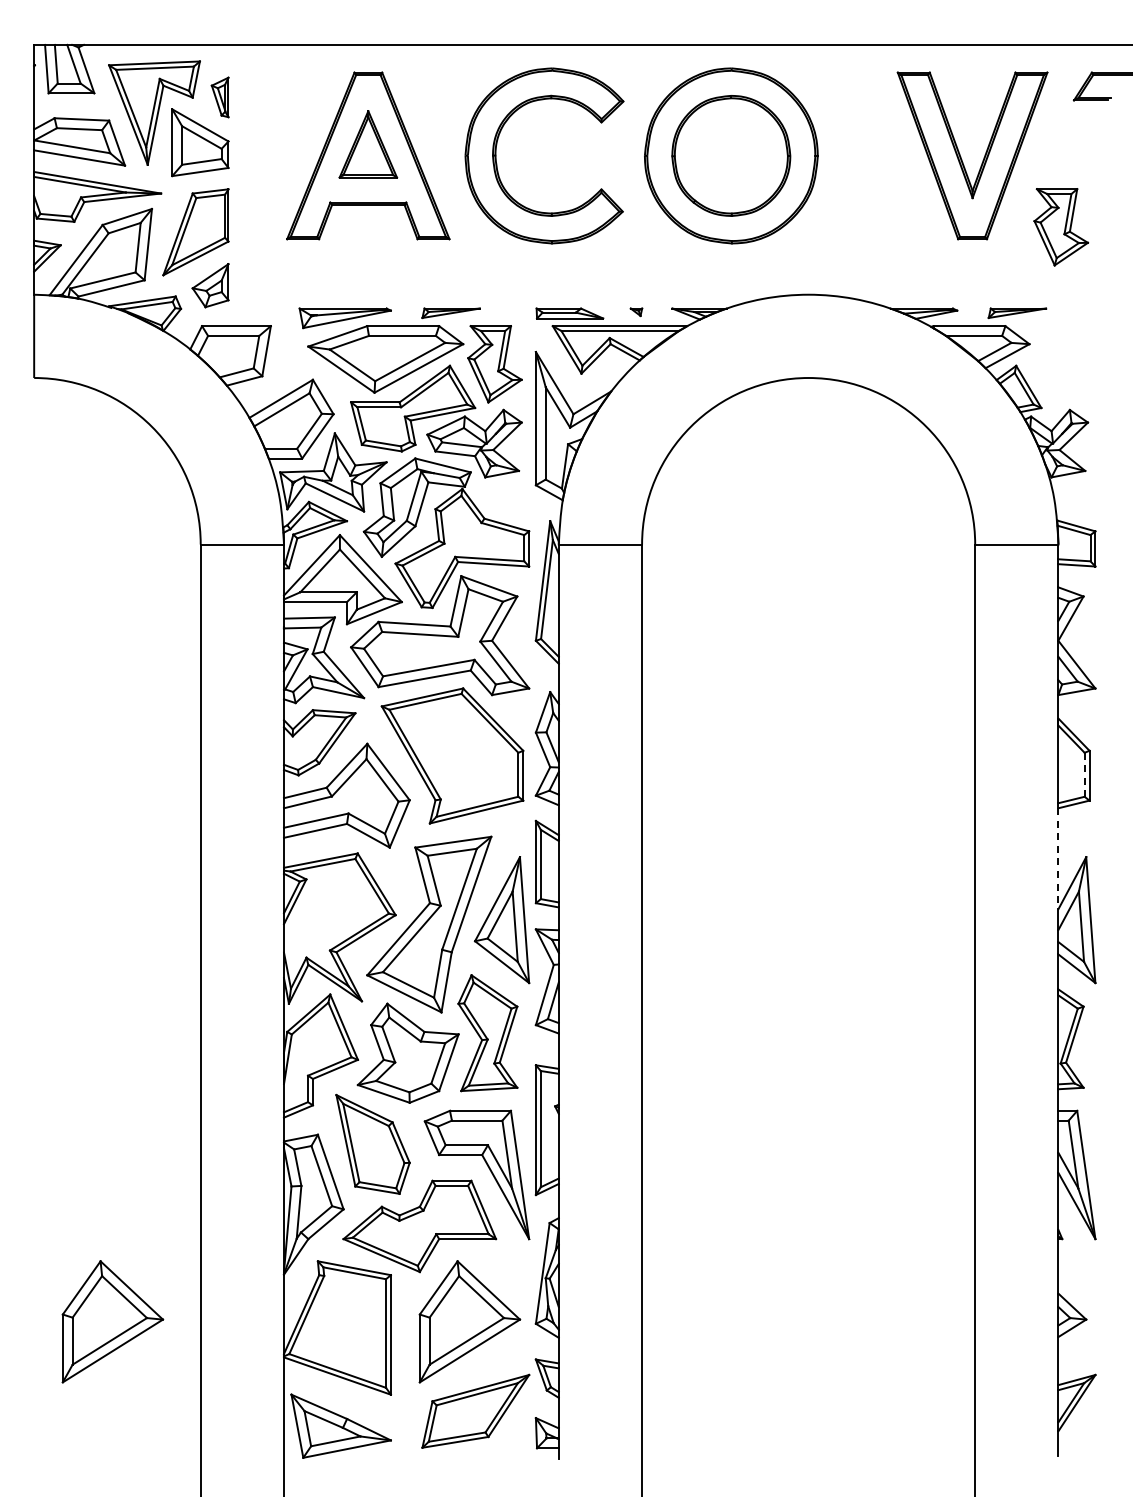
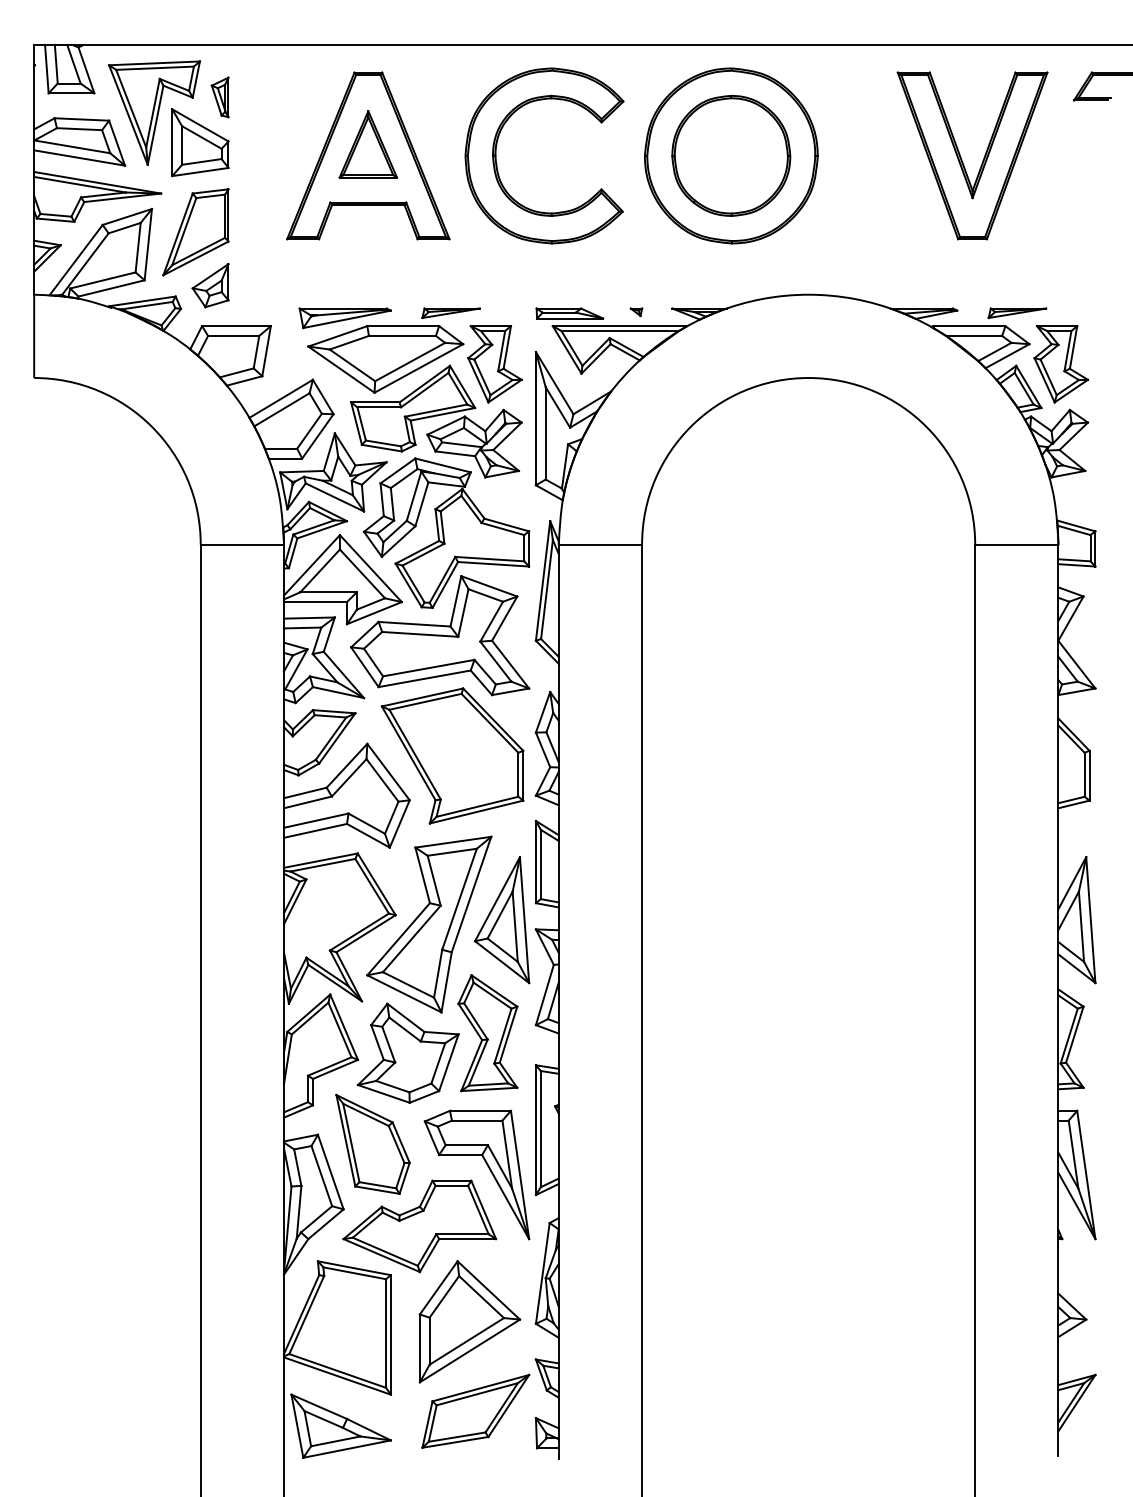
part at (1061, 227) position: (1061, 227) -> (1061, 364)
line at (1084, 775): dashed -> solid
line at (1058, 859): dashed -> solid
part at (112, 1321): present -> none
